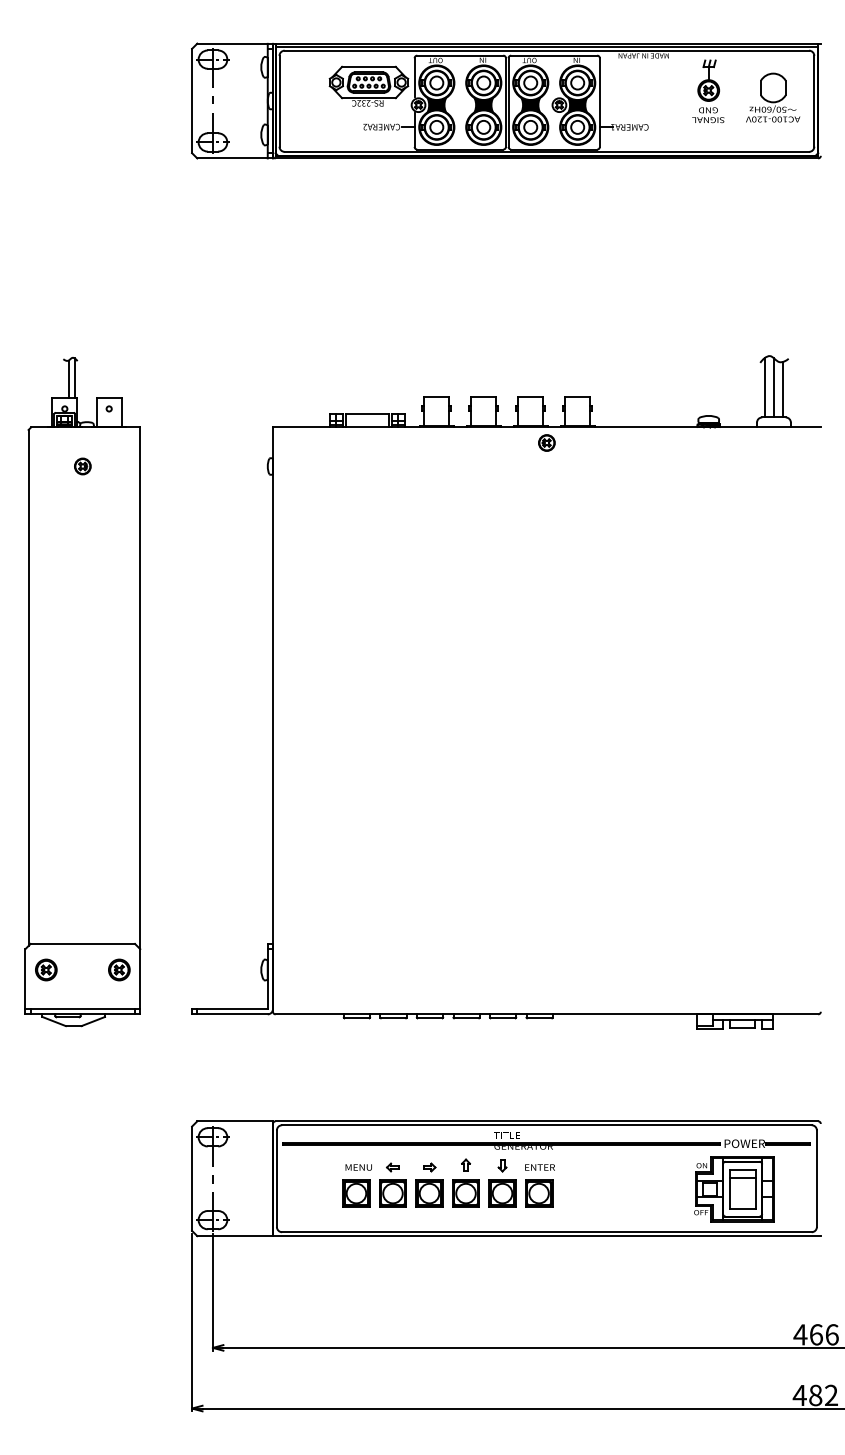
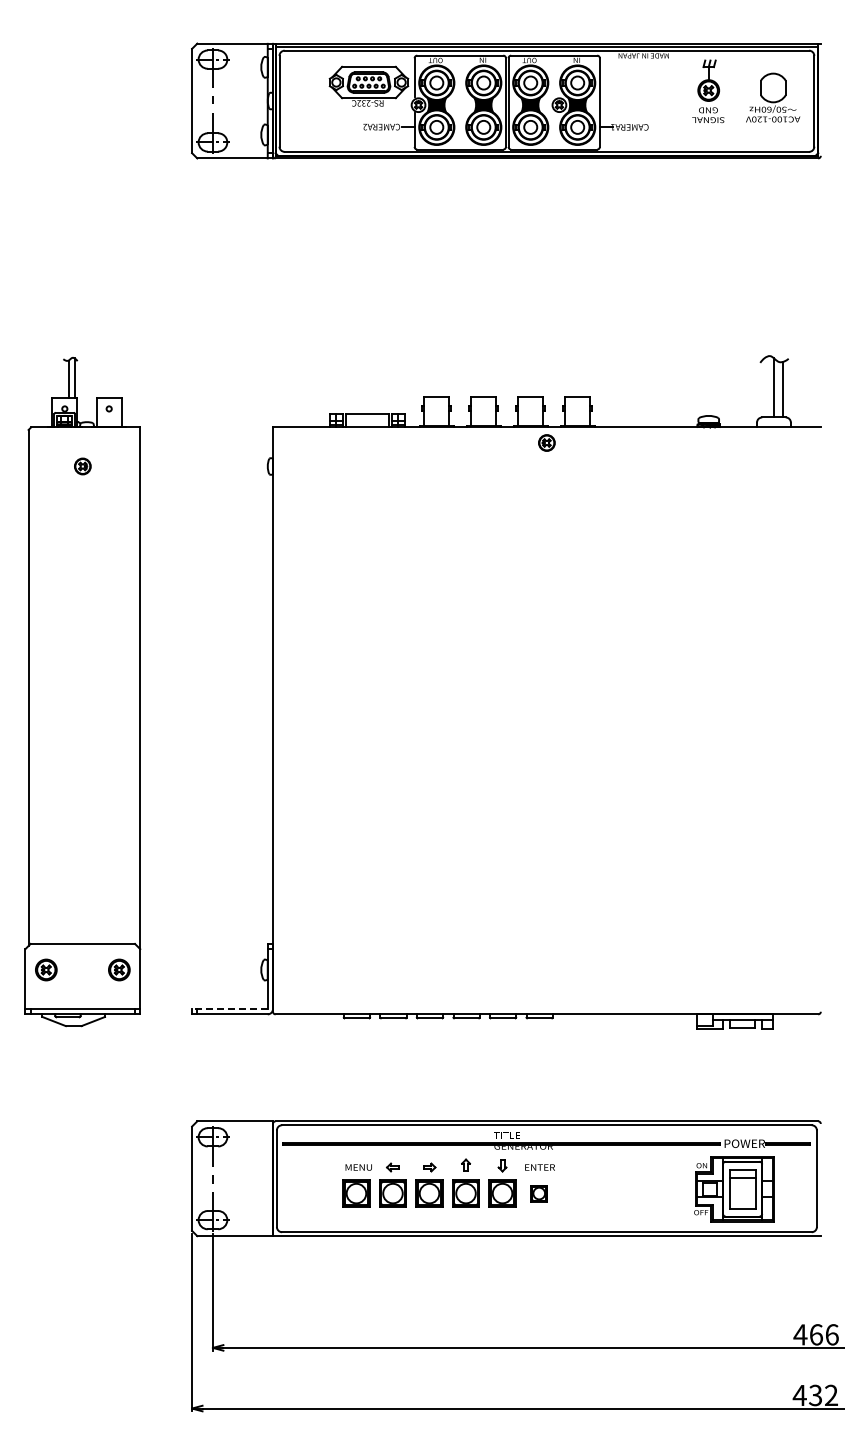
line at (764, 387): present -> none
line at (229, 1009): solid -> dashed
part at (539, 1193) size: 29x29 px -> 18x18 px
text at (815, 1395): 482 -> 432
